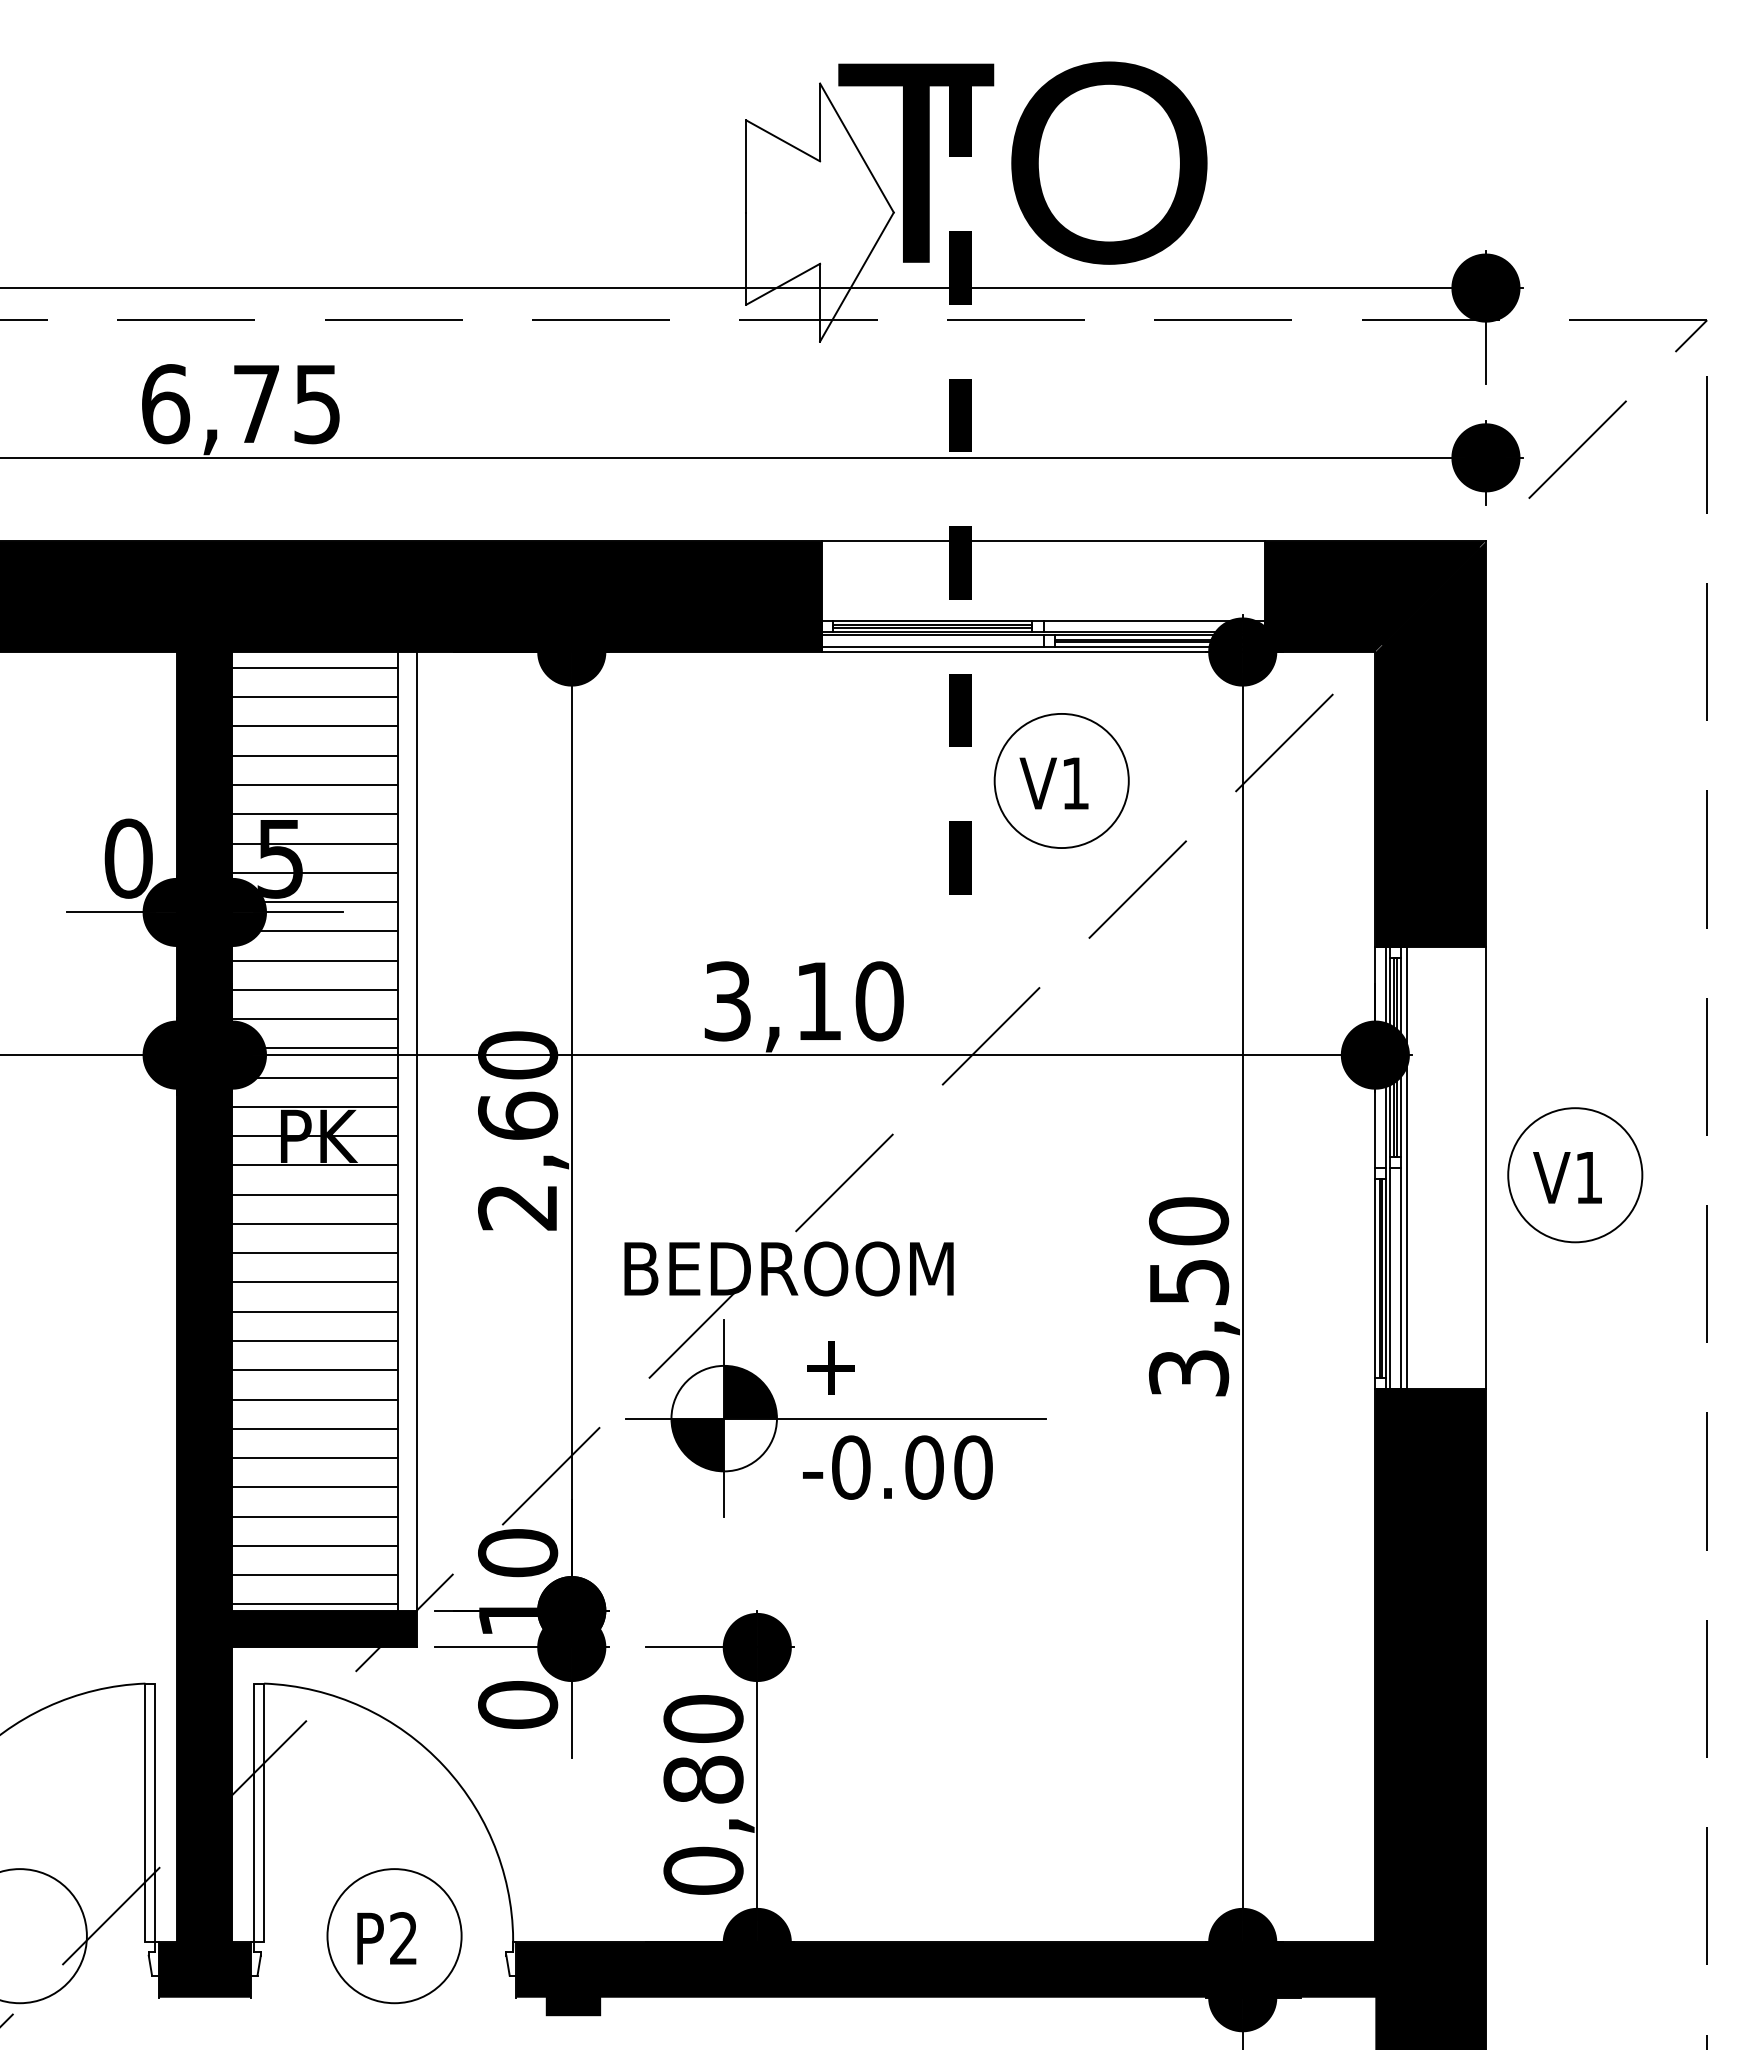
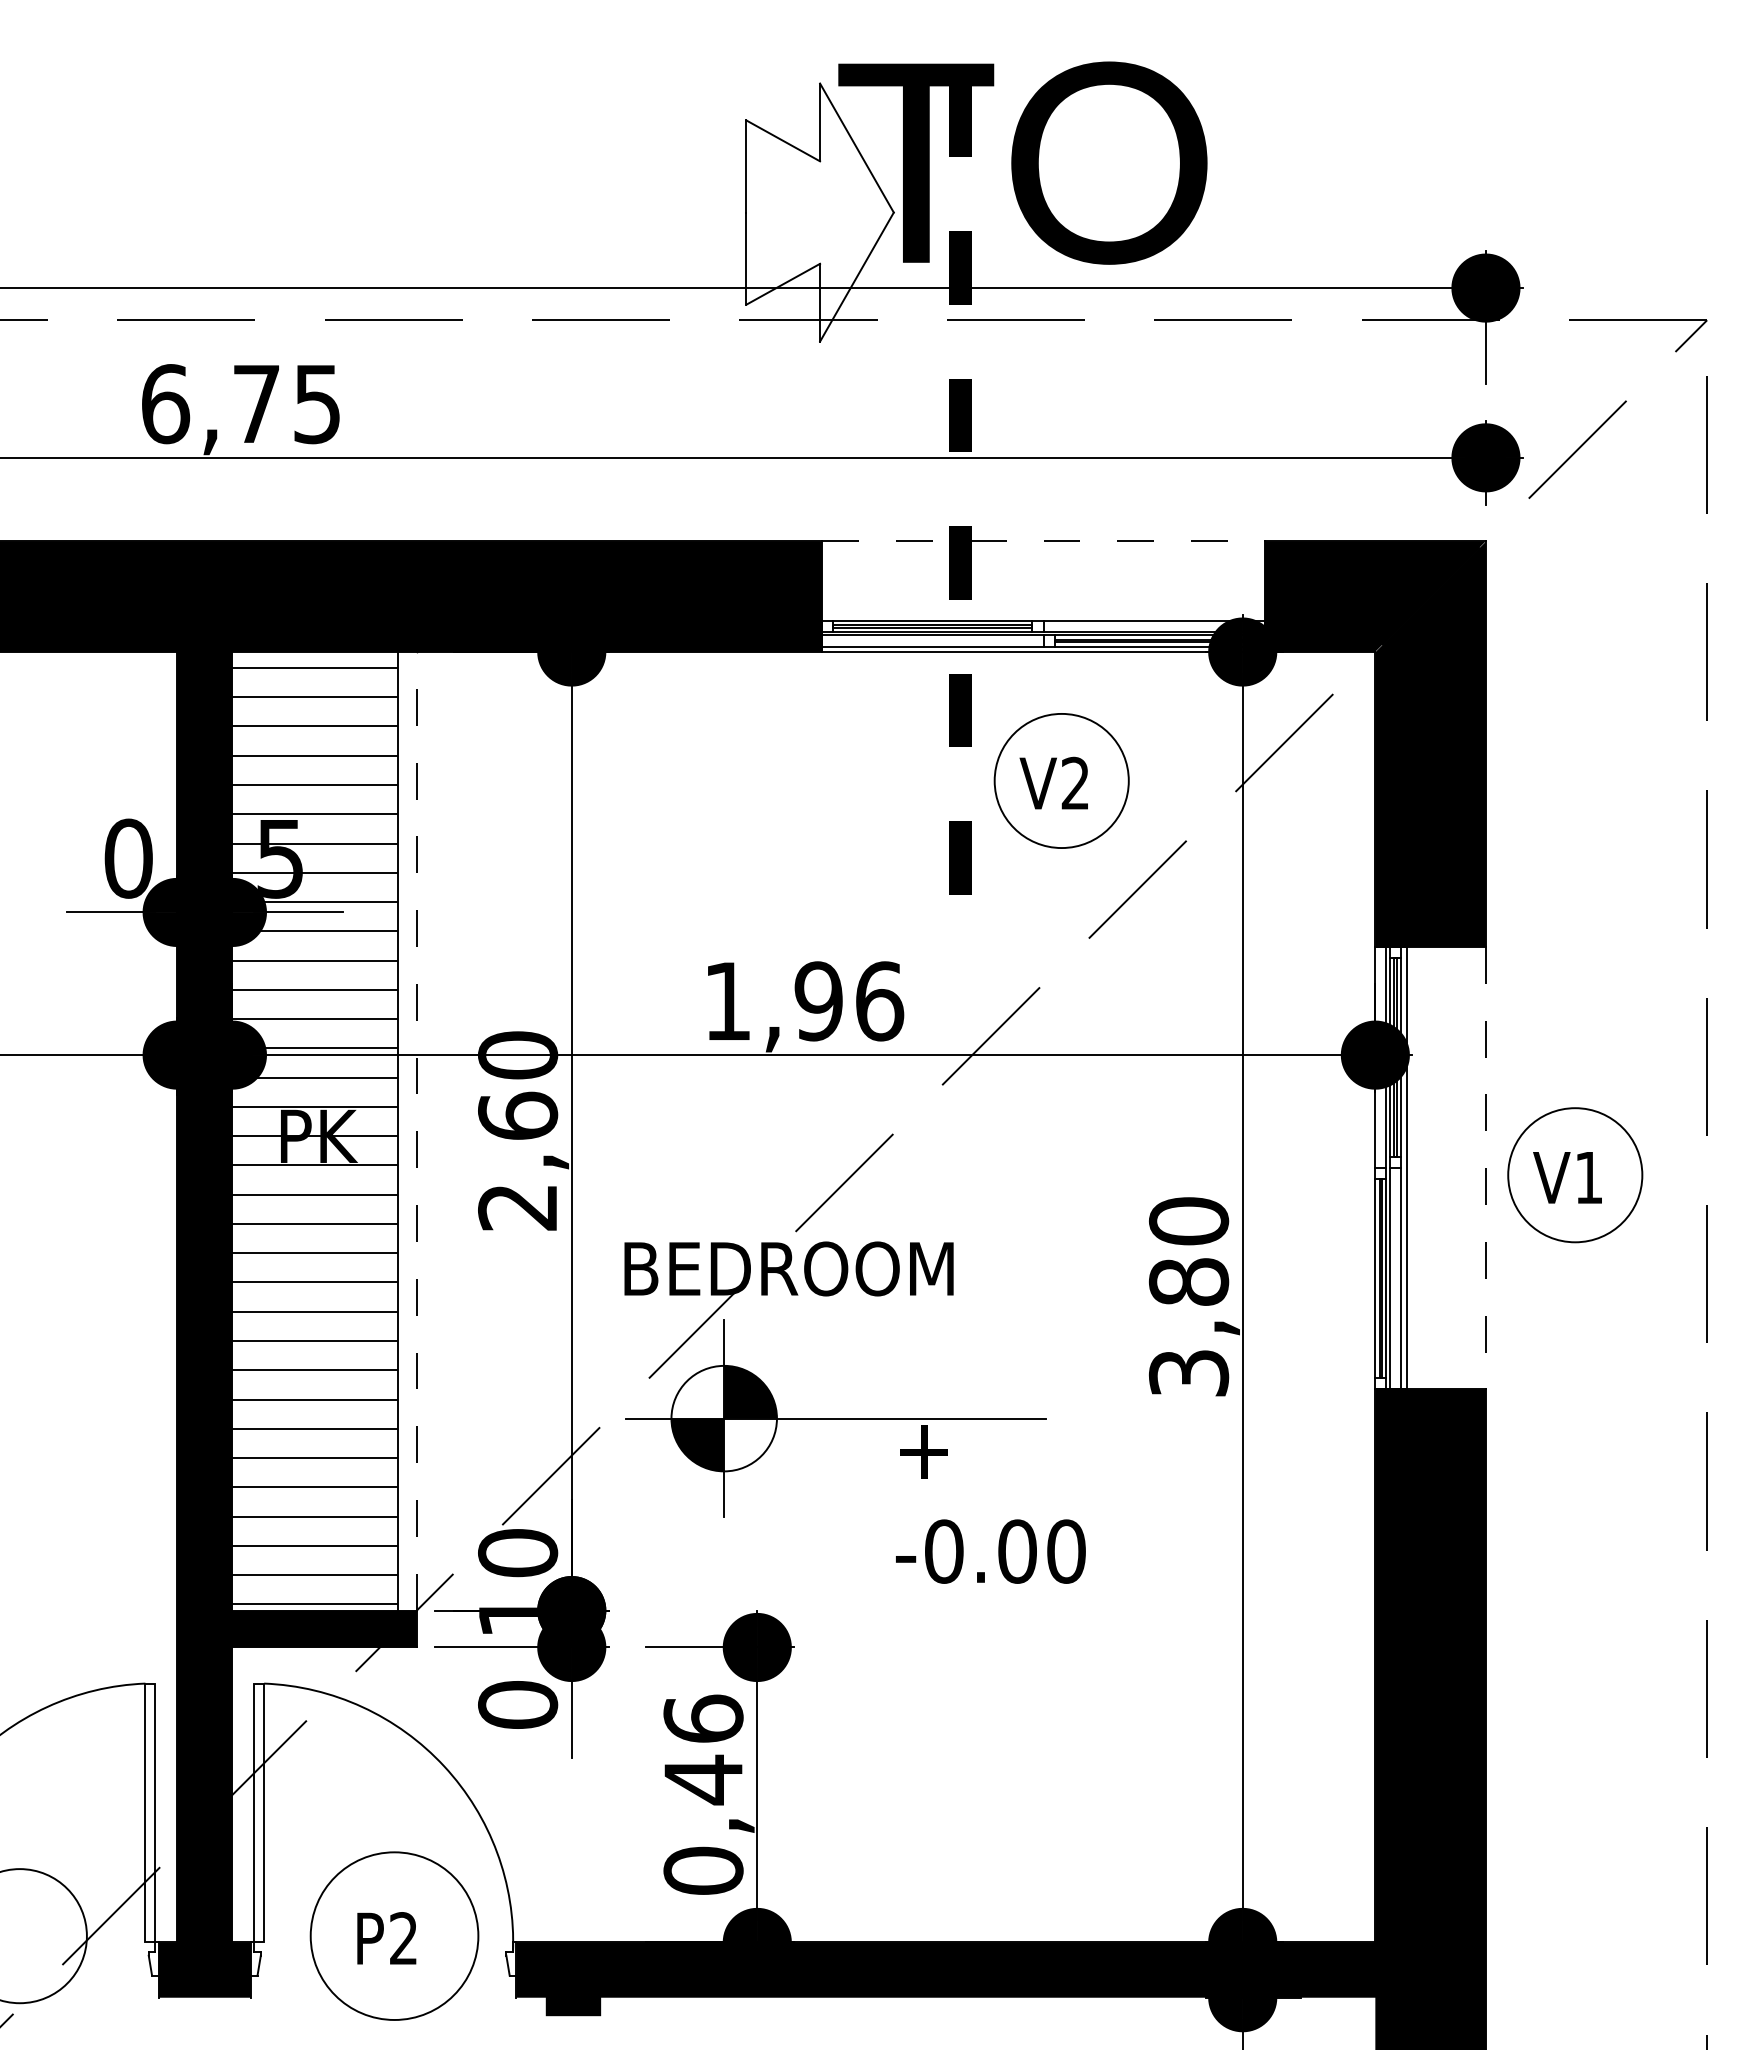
line at (1044, 541): solid -> dashed
text at (1074, 782): V1 -> V2
text at (804, 1001): 3,10 -> 1,96
line at (416, 1130): solid -> dashed
line at (1485, 1168): solid -> dashed
text at (1188, 1281): 3,50 -> 3,80
text at (897, 1420) position: (897, 1420) -> (990, 1504)
text at (703, 1749): 0,80 -> 0,46
circle at (394, 1936) diameter: 134 px -> 168 px
